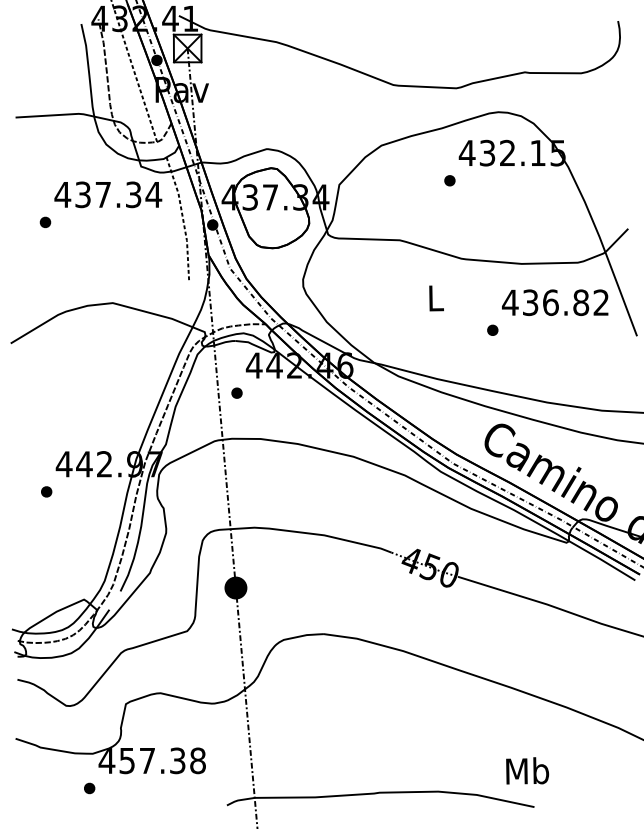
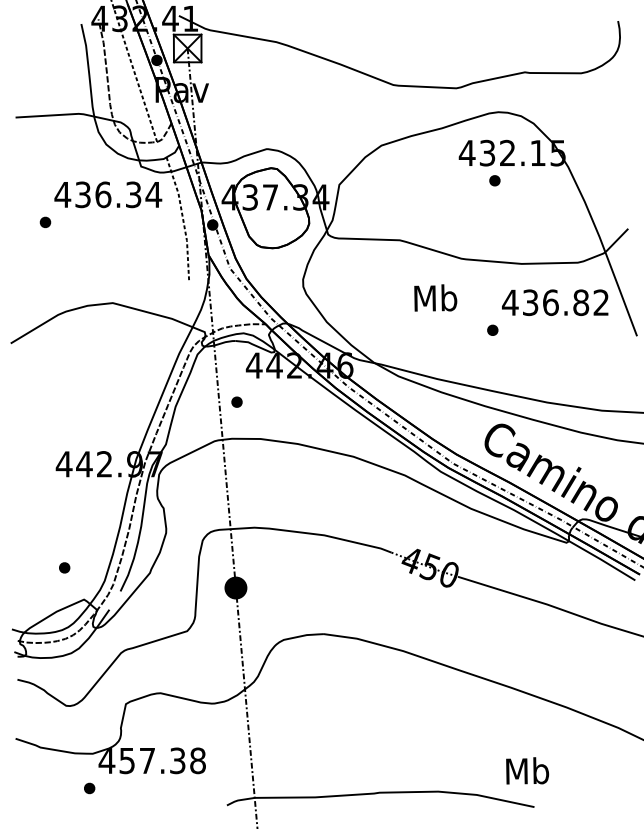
part at (449, 180) position: (449, 180) -> (494, 180)
text at (103, 194): 437.34 -> 436.34
text at (435, 297): L -> Mb
part at (236, 392) position: (236, 392) -> (236, 401)
part at (46, 491) position: (46, 491) -> (64, 567)
